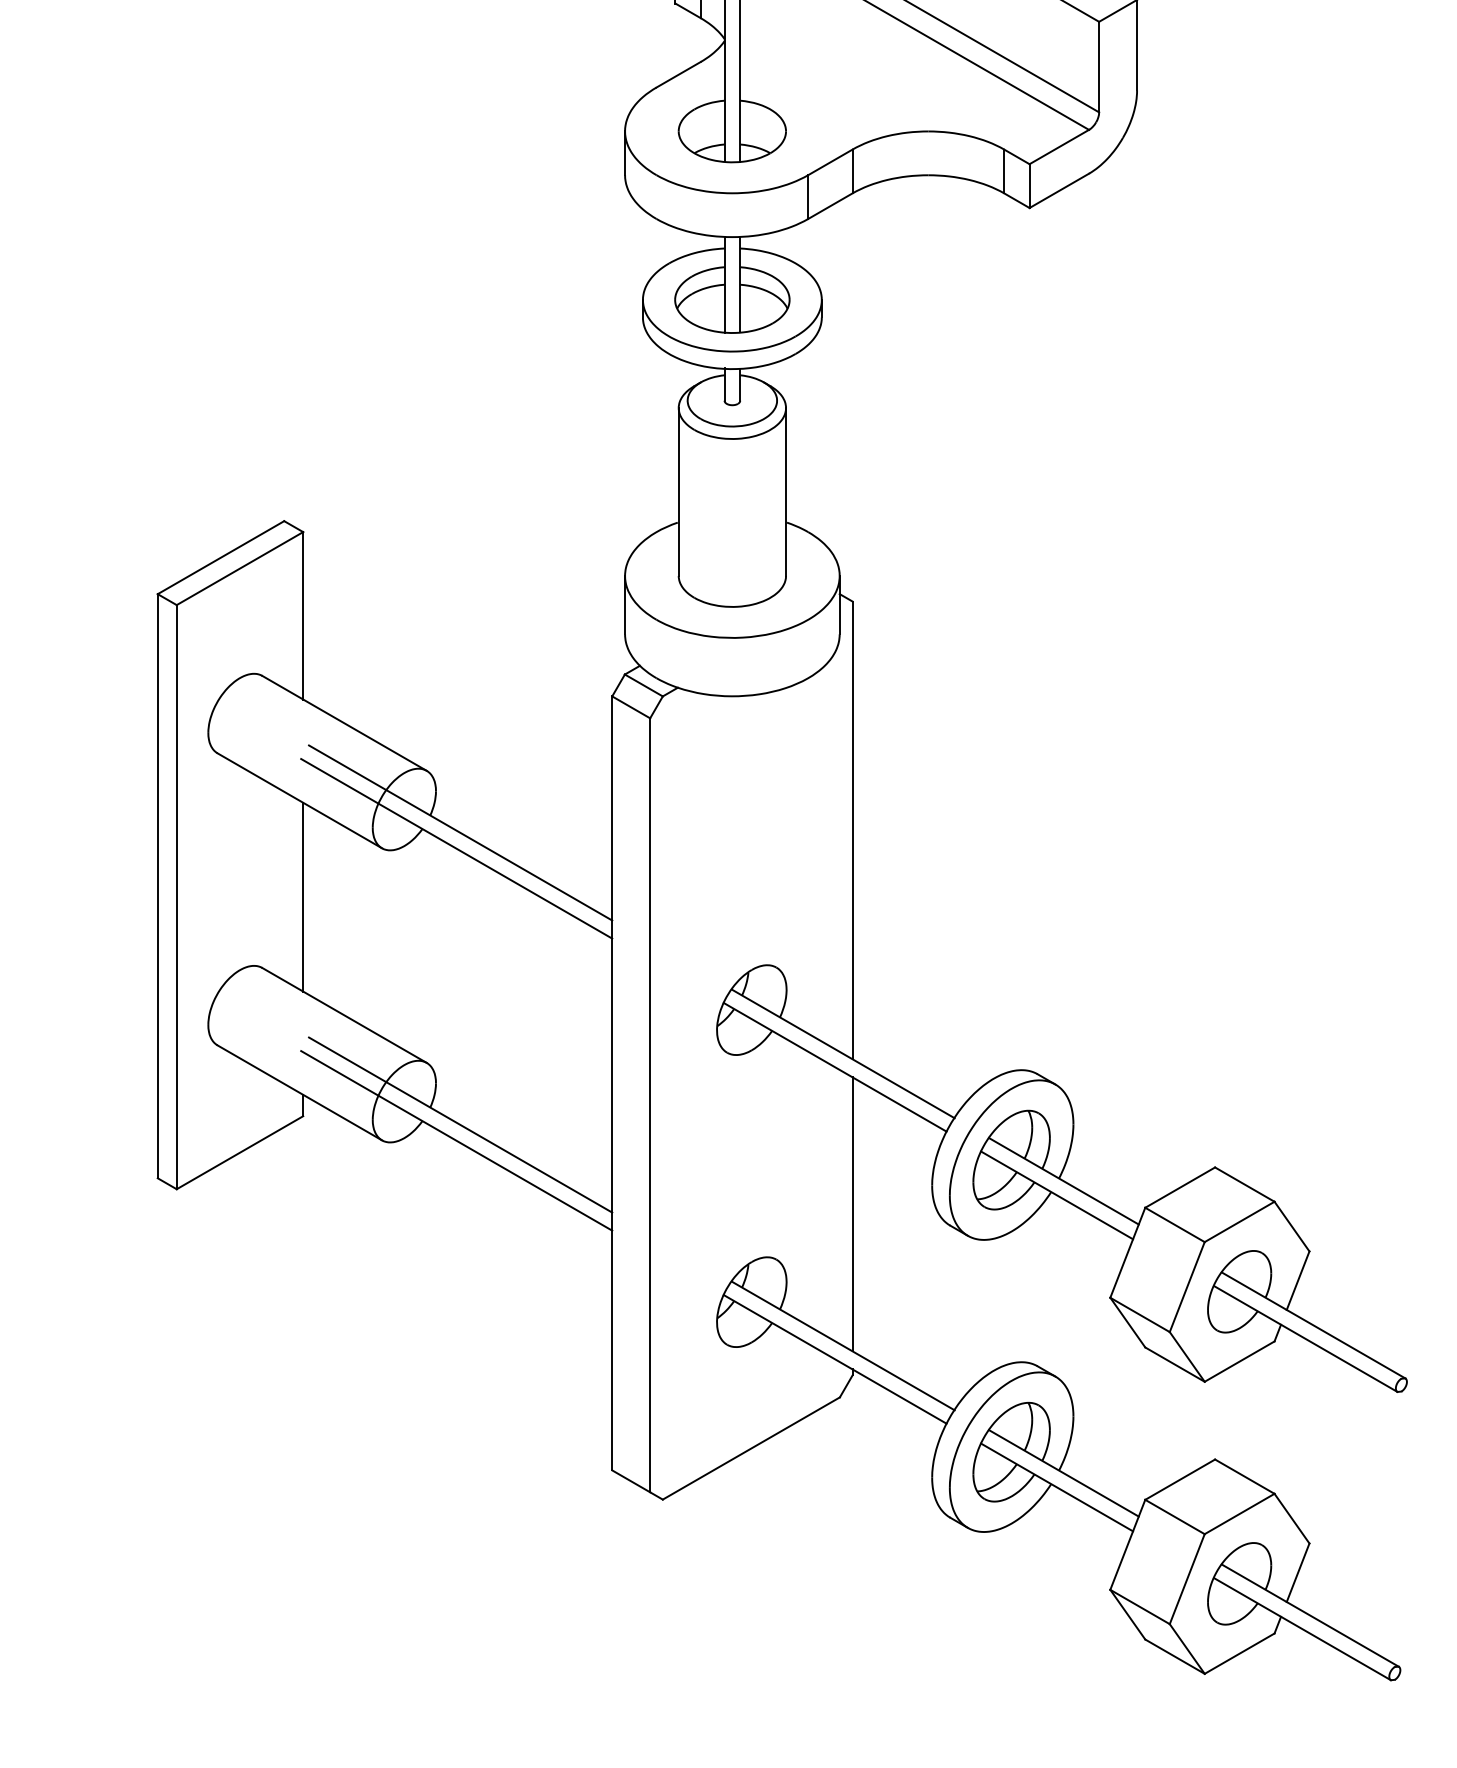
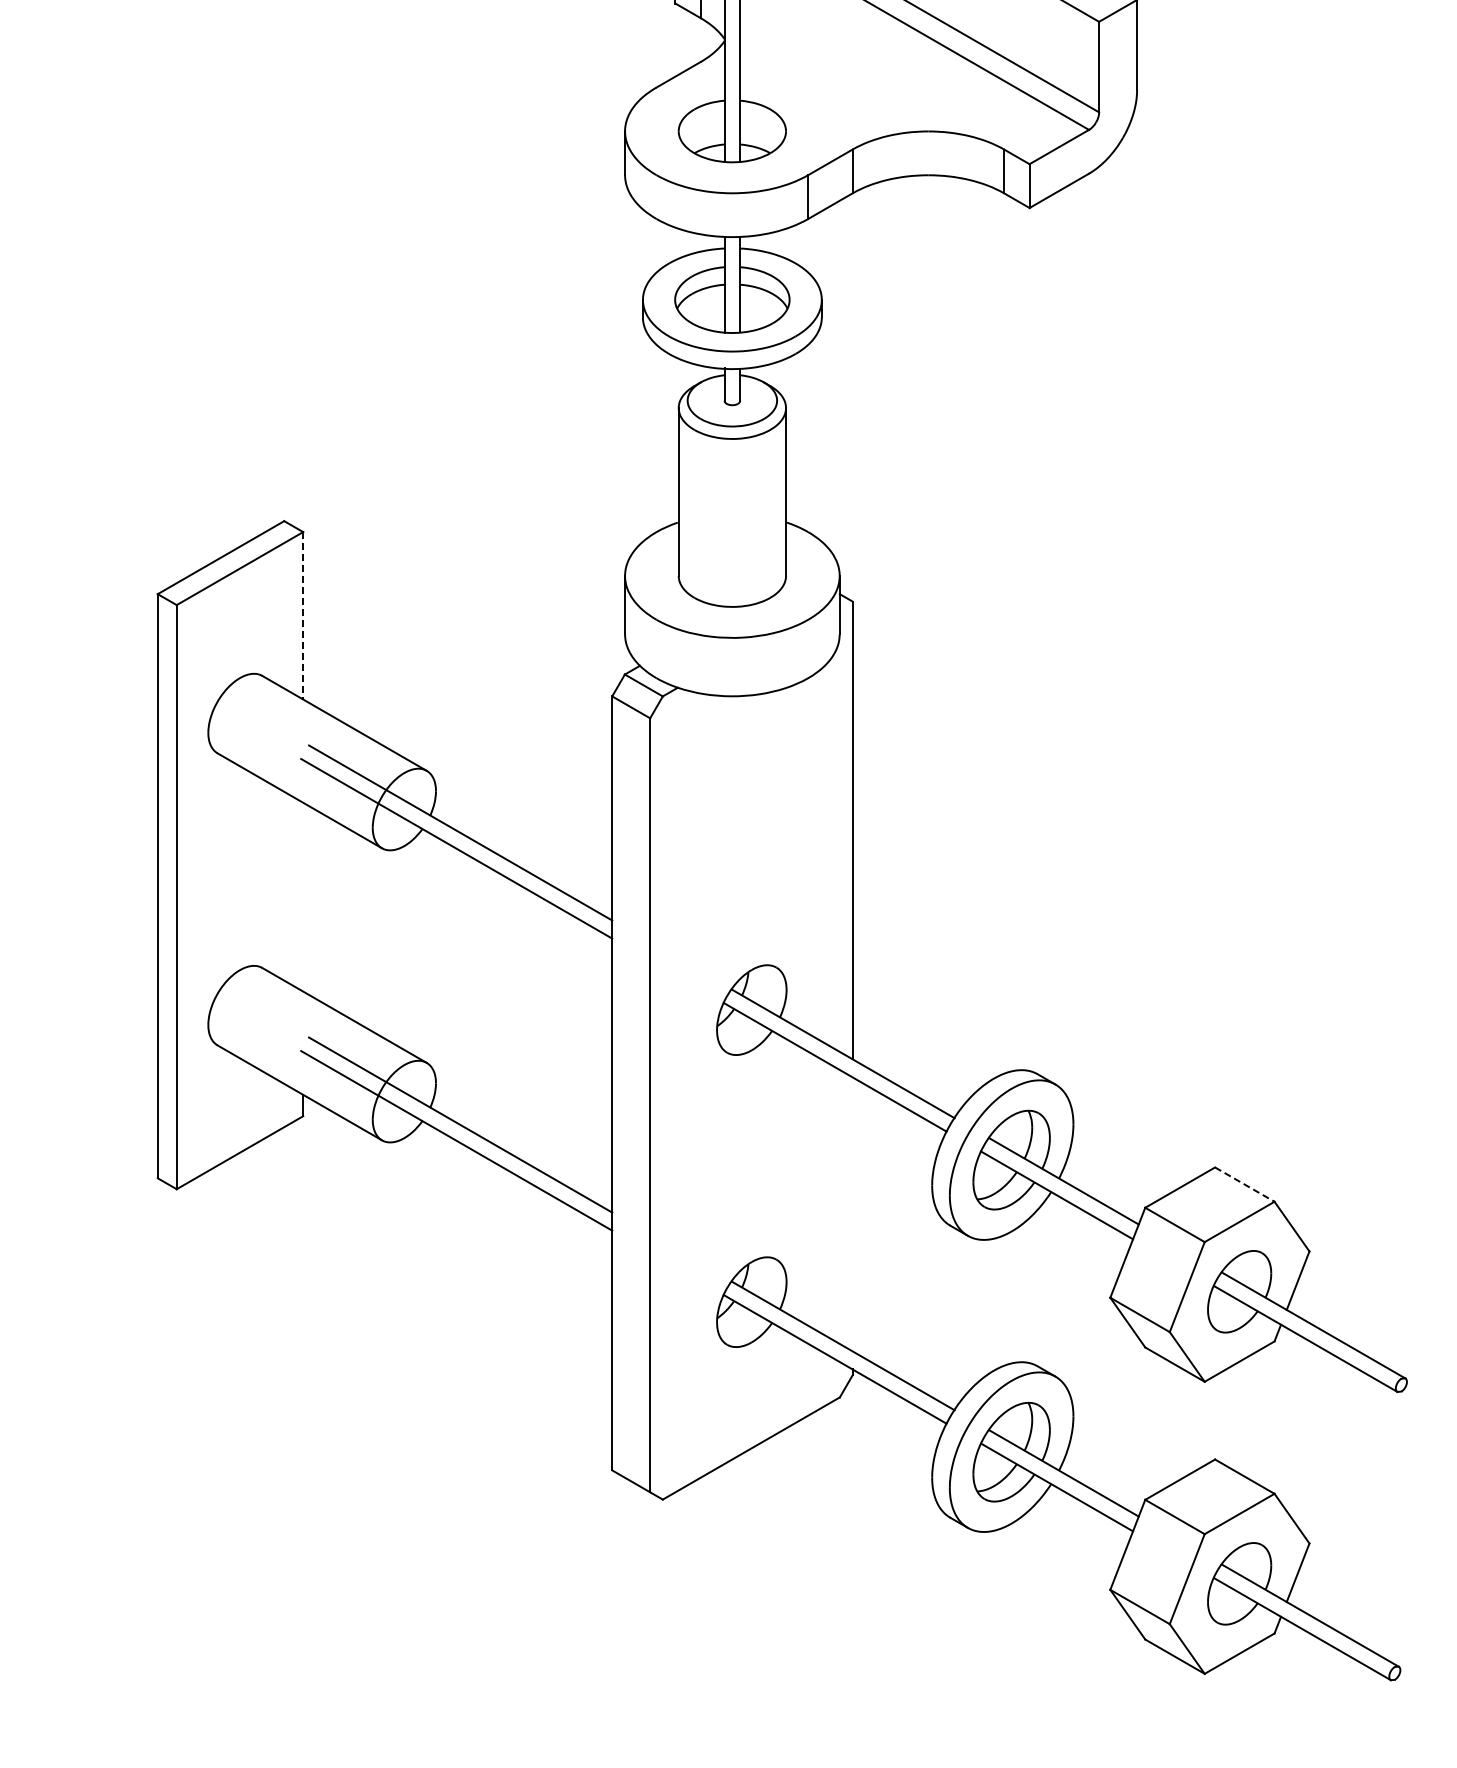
line at (303, 615): solid -> dashed
line at (303, 896): present -> none
line at (1245, 1184): solid -> dashed
line at (852, 1214): present -> none
